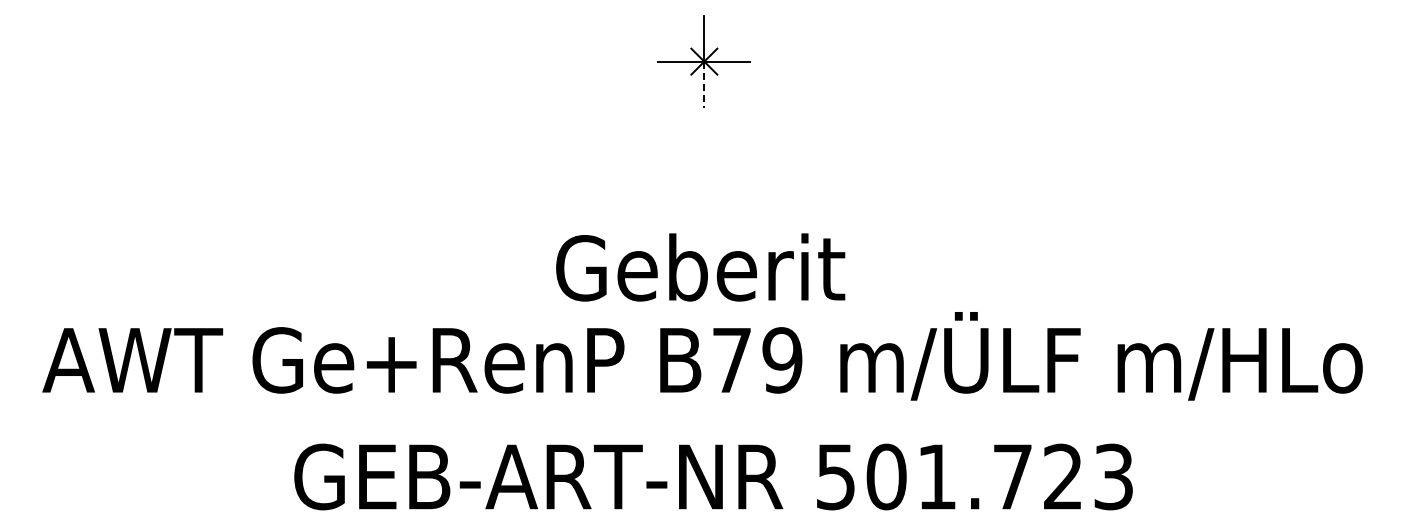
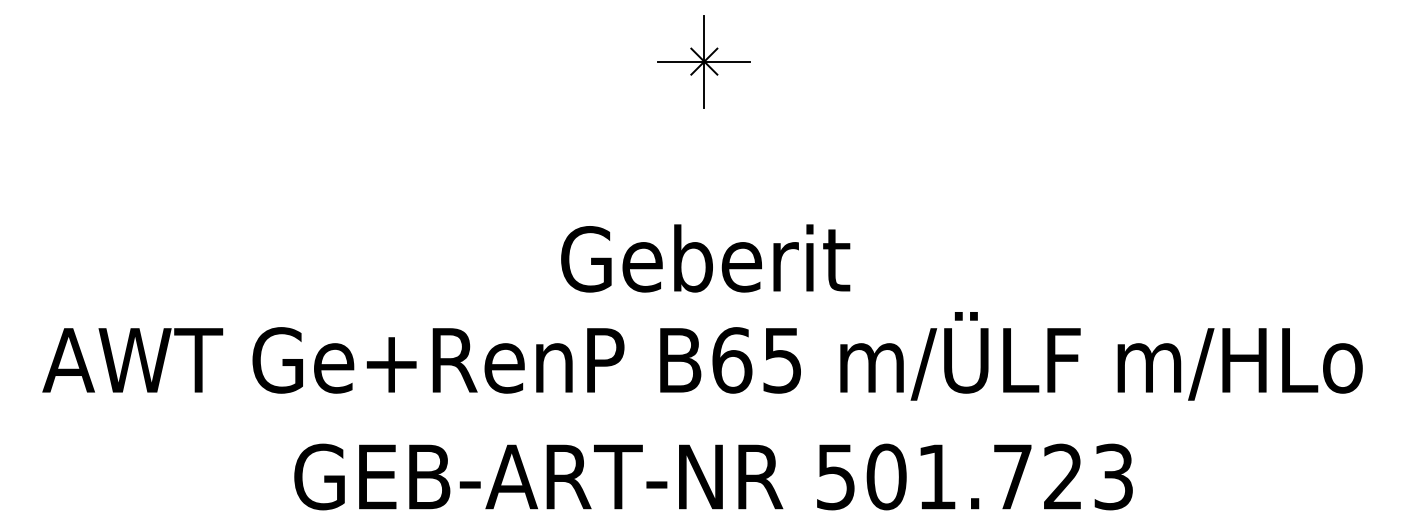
line at (704, 84): dashed -> solid
text at (700, 267) position: (700, 267) -> (705, 258)
text at (757, 360): B79 -> B65
